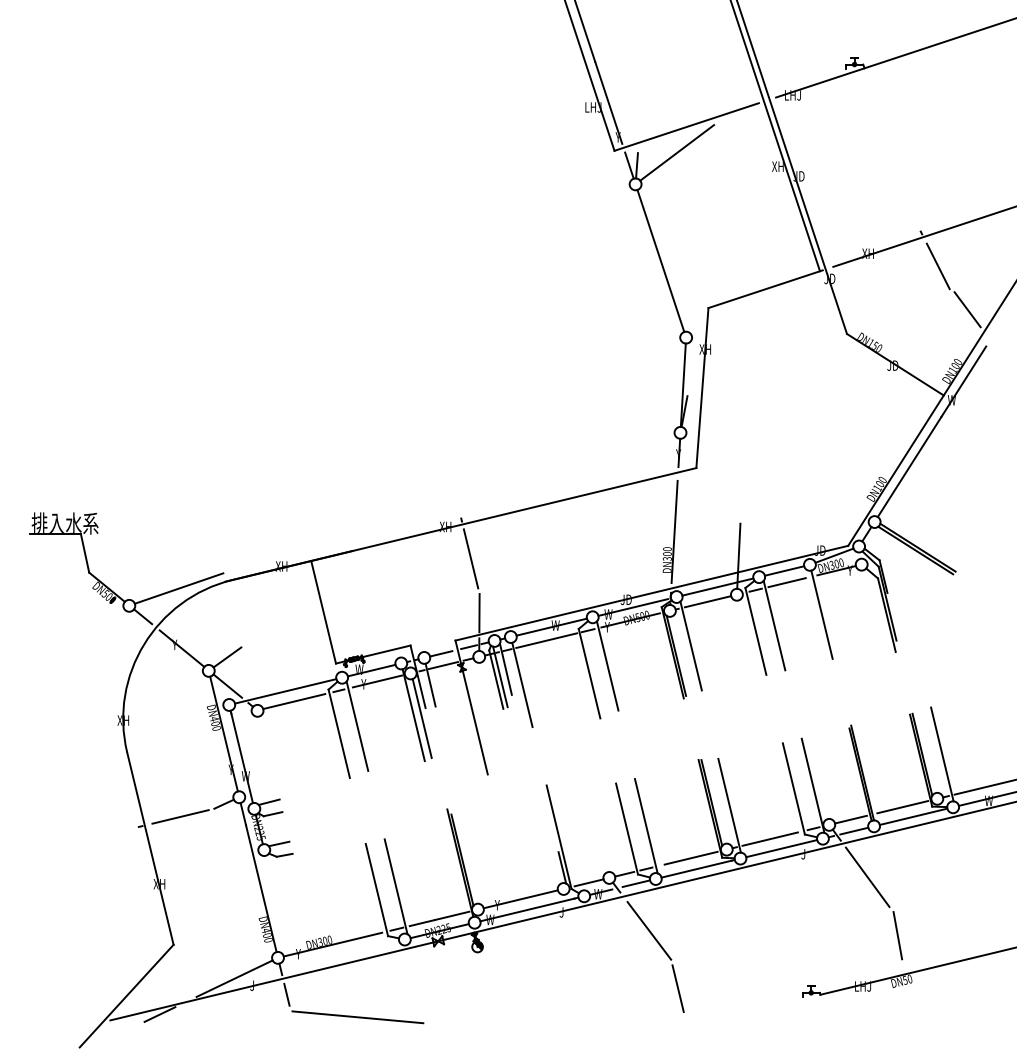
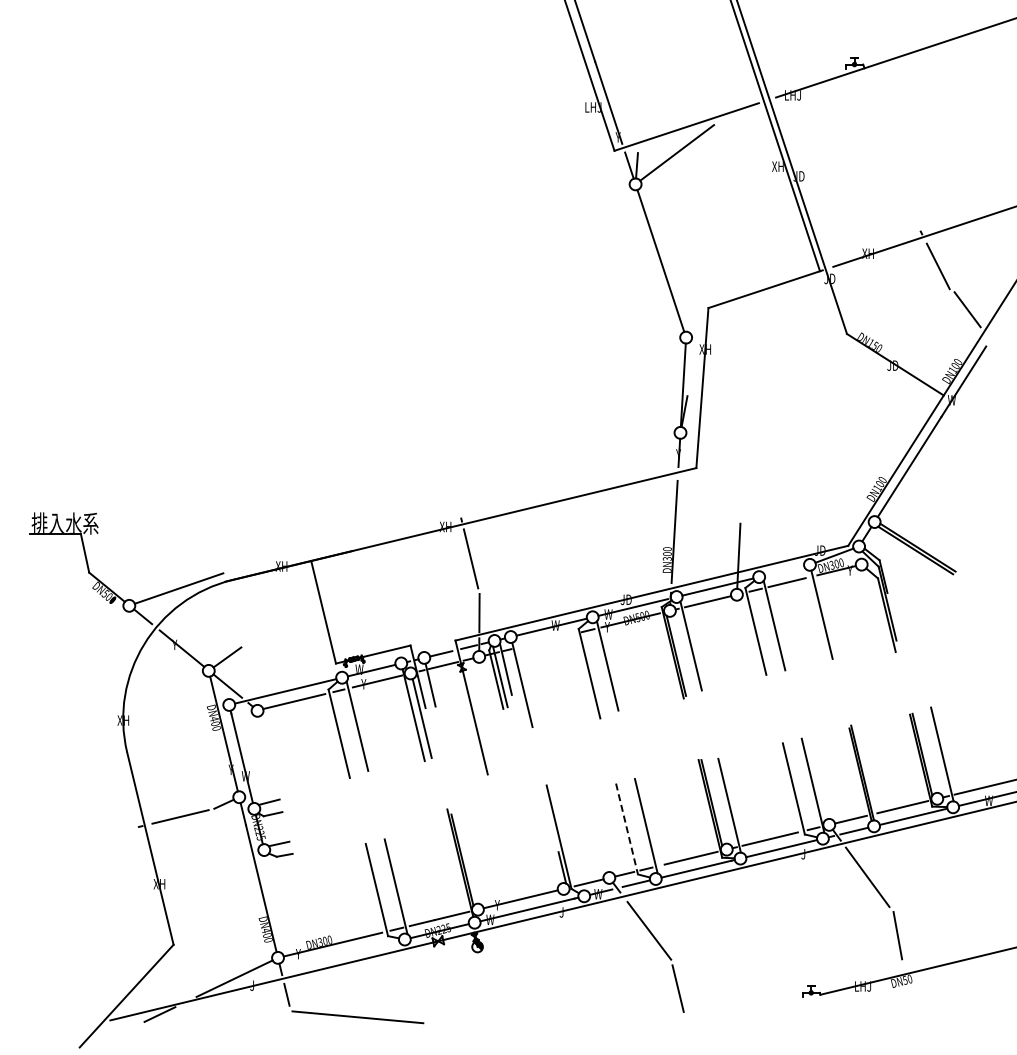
line at (784, 570): present -> none
line at (546, 640): present -> none
line at (627, 829): solid -> dashed
